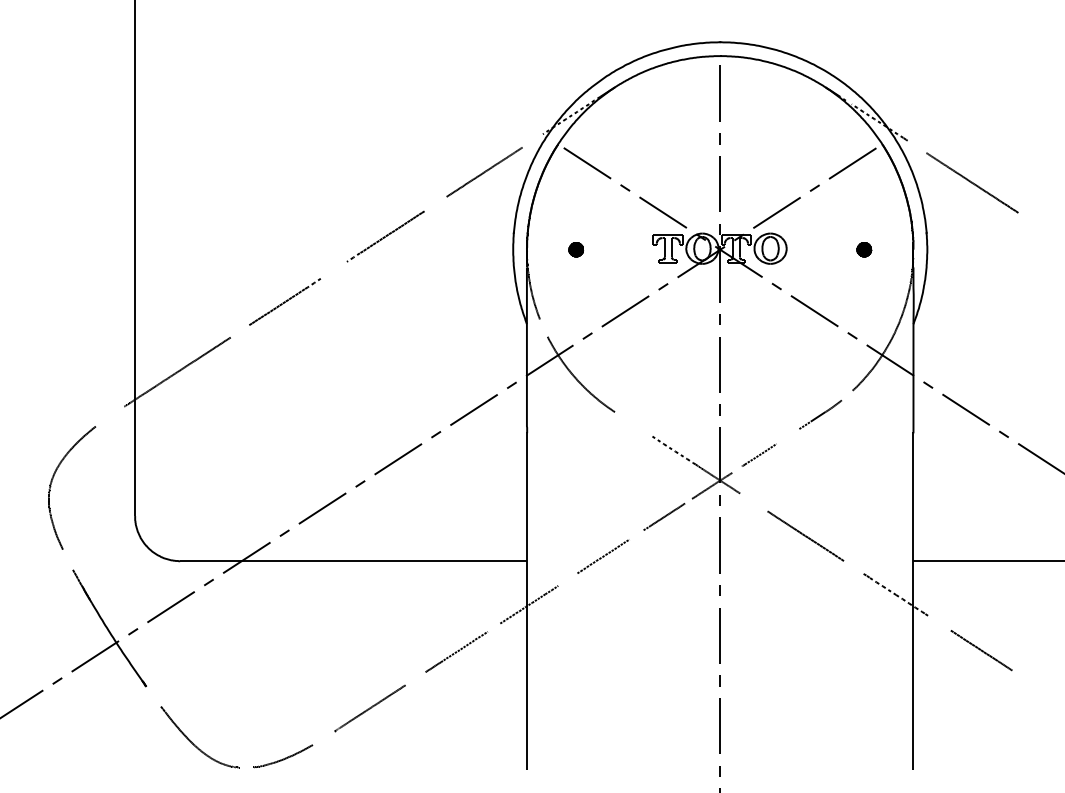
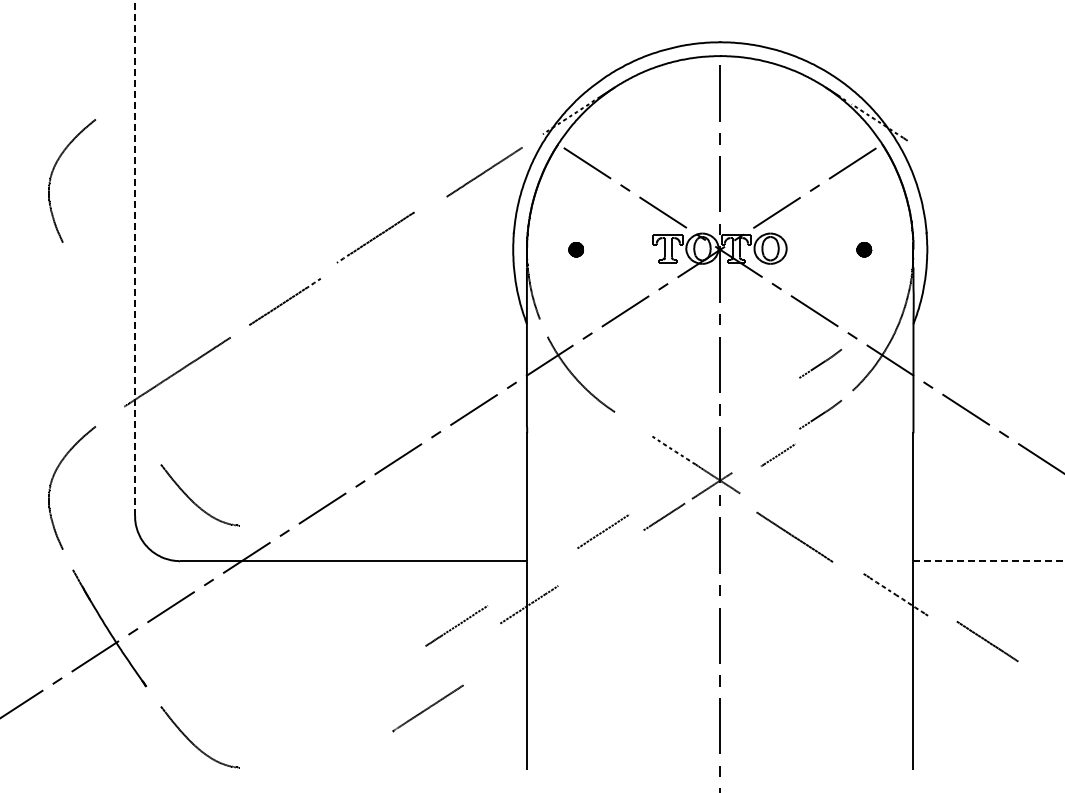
part at (53, 172): none -> present
line at (972, 182): present -> none
line at (385, 236) position: (385, 236) -> (375, 237)
line at (135, 258): solid -> dashed
line at (820, 363): none -> present
part at (758, 454) position: (758, 454) -> (777, 454)
part at (195, 502): none -> present
line at (805, 535) position: (805, 535) -> (794, 536)
part at (603, 556) position: (603, 556) -> (603, 531)
line at (988, 561): solid -> dashed
line at (981, 650) position: (981, 650) -> (987, 641)
line at (456, 651) position: (456, 651) -> (456, 625)
line at (369, 708) position: (369, 708) -> (427, 708)
part at (283, 756): present -> none
